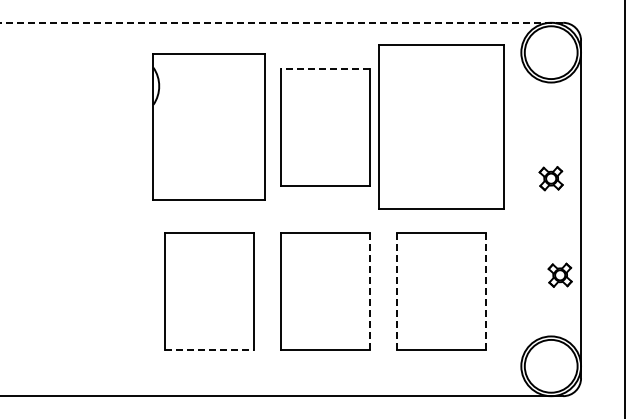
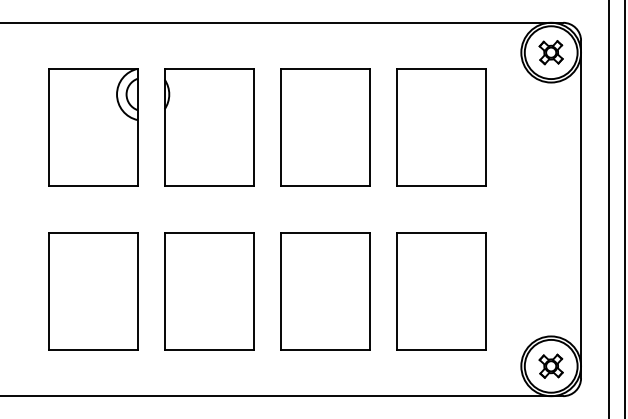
line at (281, 22): dashed -> solid
line at (325, 68): dashed -> solid
part at (208, 126) size: 114x148 px -> 91x119 px
part at (441, 126) size: 127x166 px -> 91x119 px
part at (93, 127): none -> present
part at (550, 178) position: (550, 178) -> (550, 52)
line at (609, 208): none -> present
part at (559, 274) position: (559, 274) -> (550, 365)
part at (93, 291): none -> present
line at (370, 291): dashed -> solid
line at (397, 291): dashed -> solid
line at (486, 291): dashed -> solid
line at (209, 350): dashed -> solid
